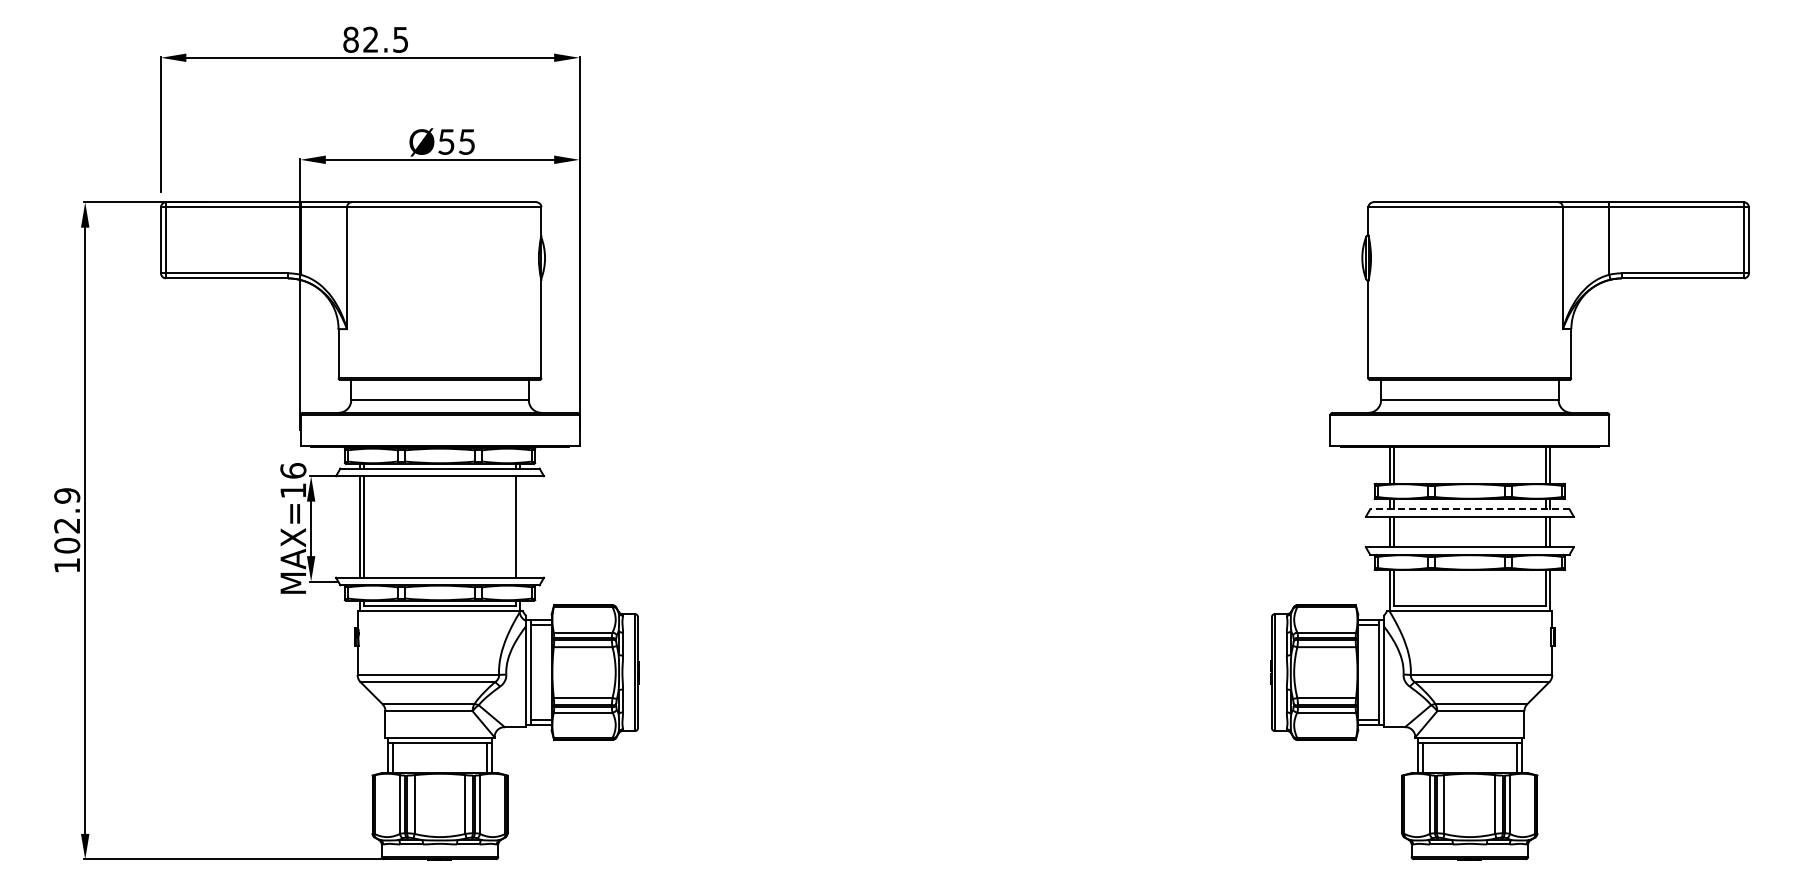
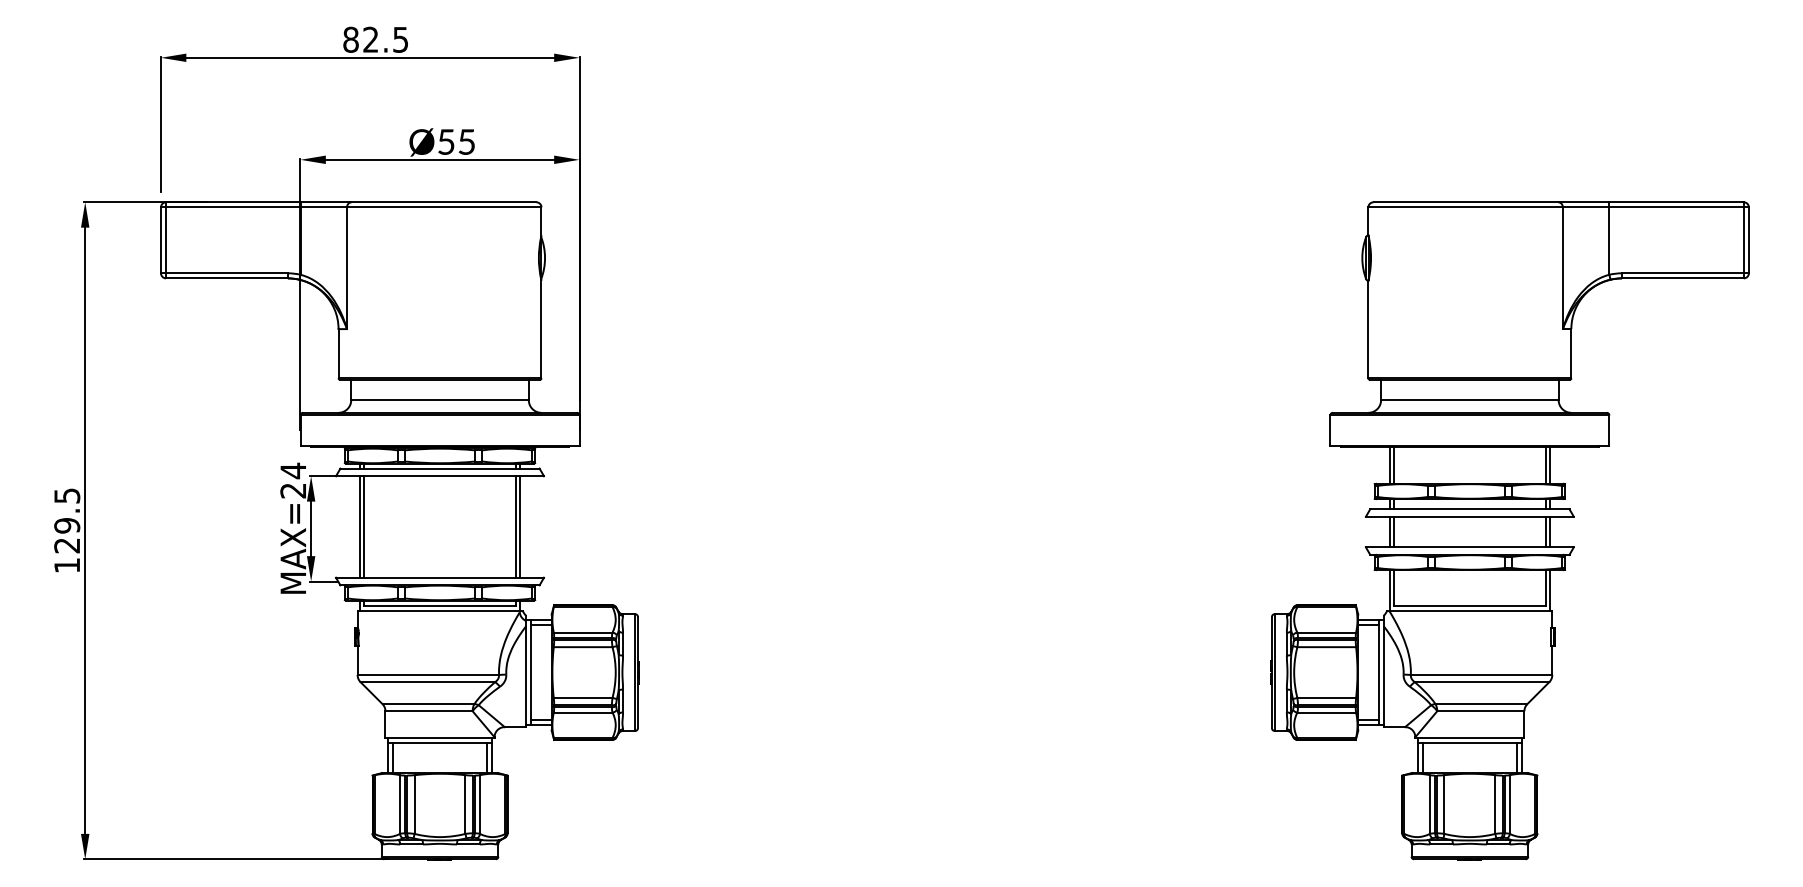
text at (293, 480): MAX=16 -> MAX=24
line at (1469, 509): dashed -> solid
text at (67, 520): 102.9 -> 129.5
line at (519, 526): none -> present
